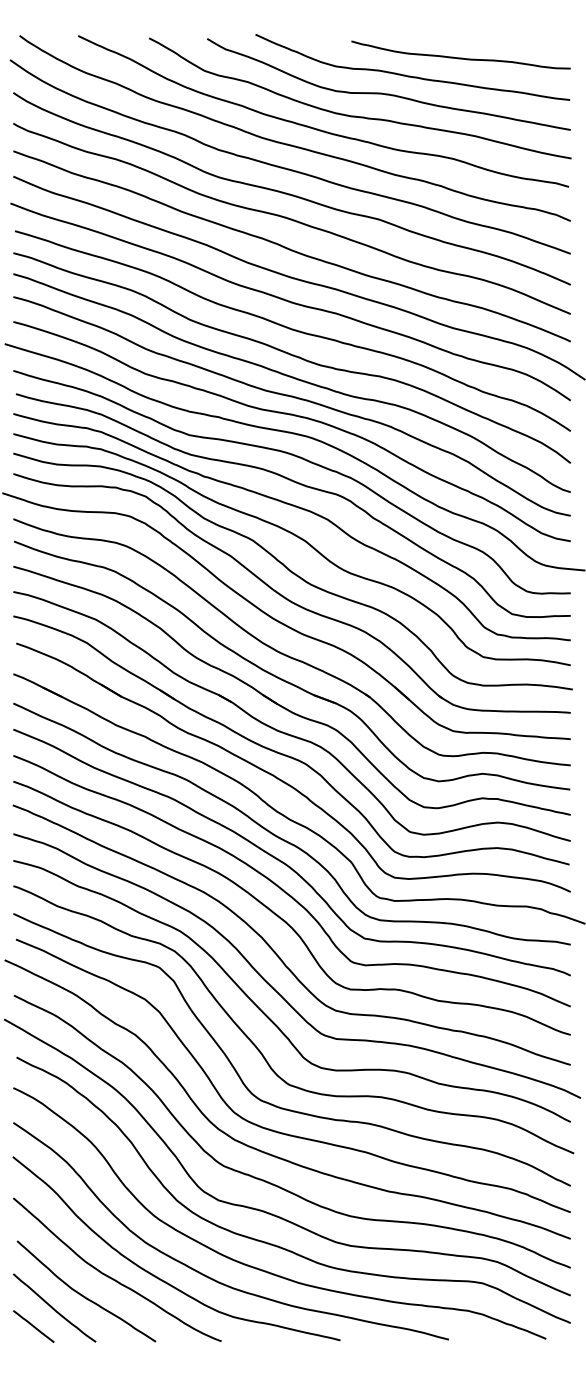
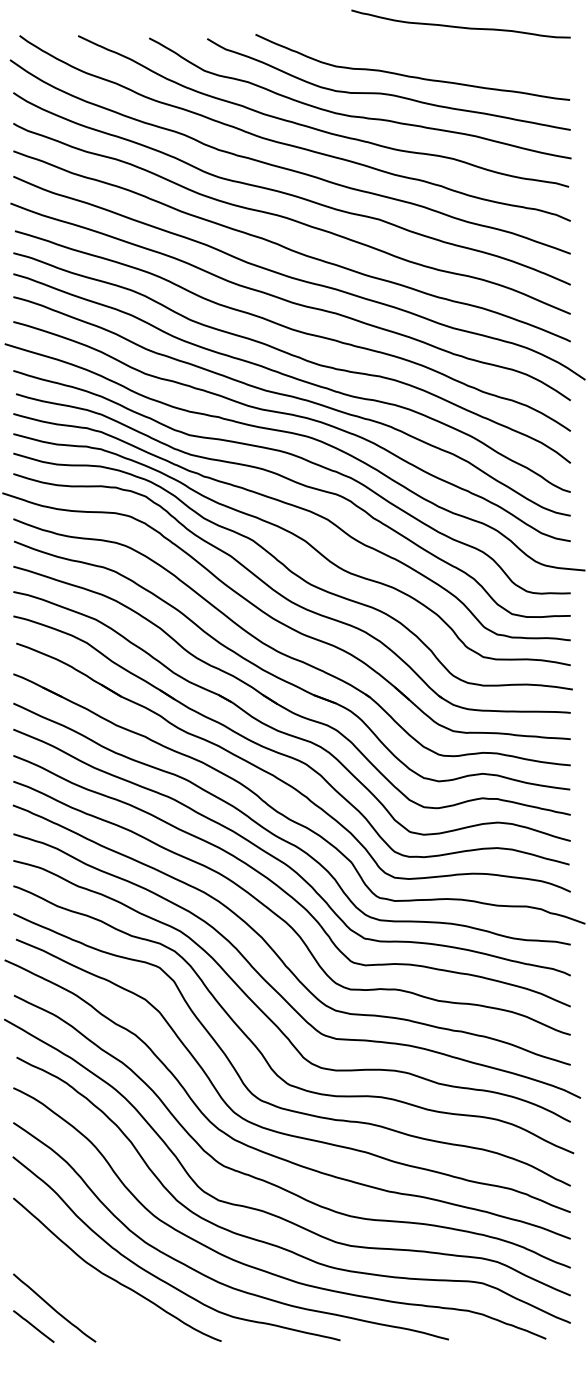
curve at (460, 57) position: (460, 57) -> (460, 26)
curve at (82, 1294): present -> none
